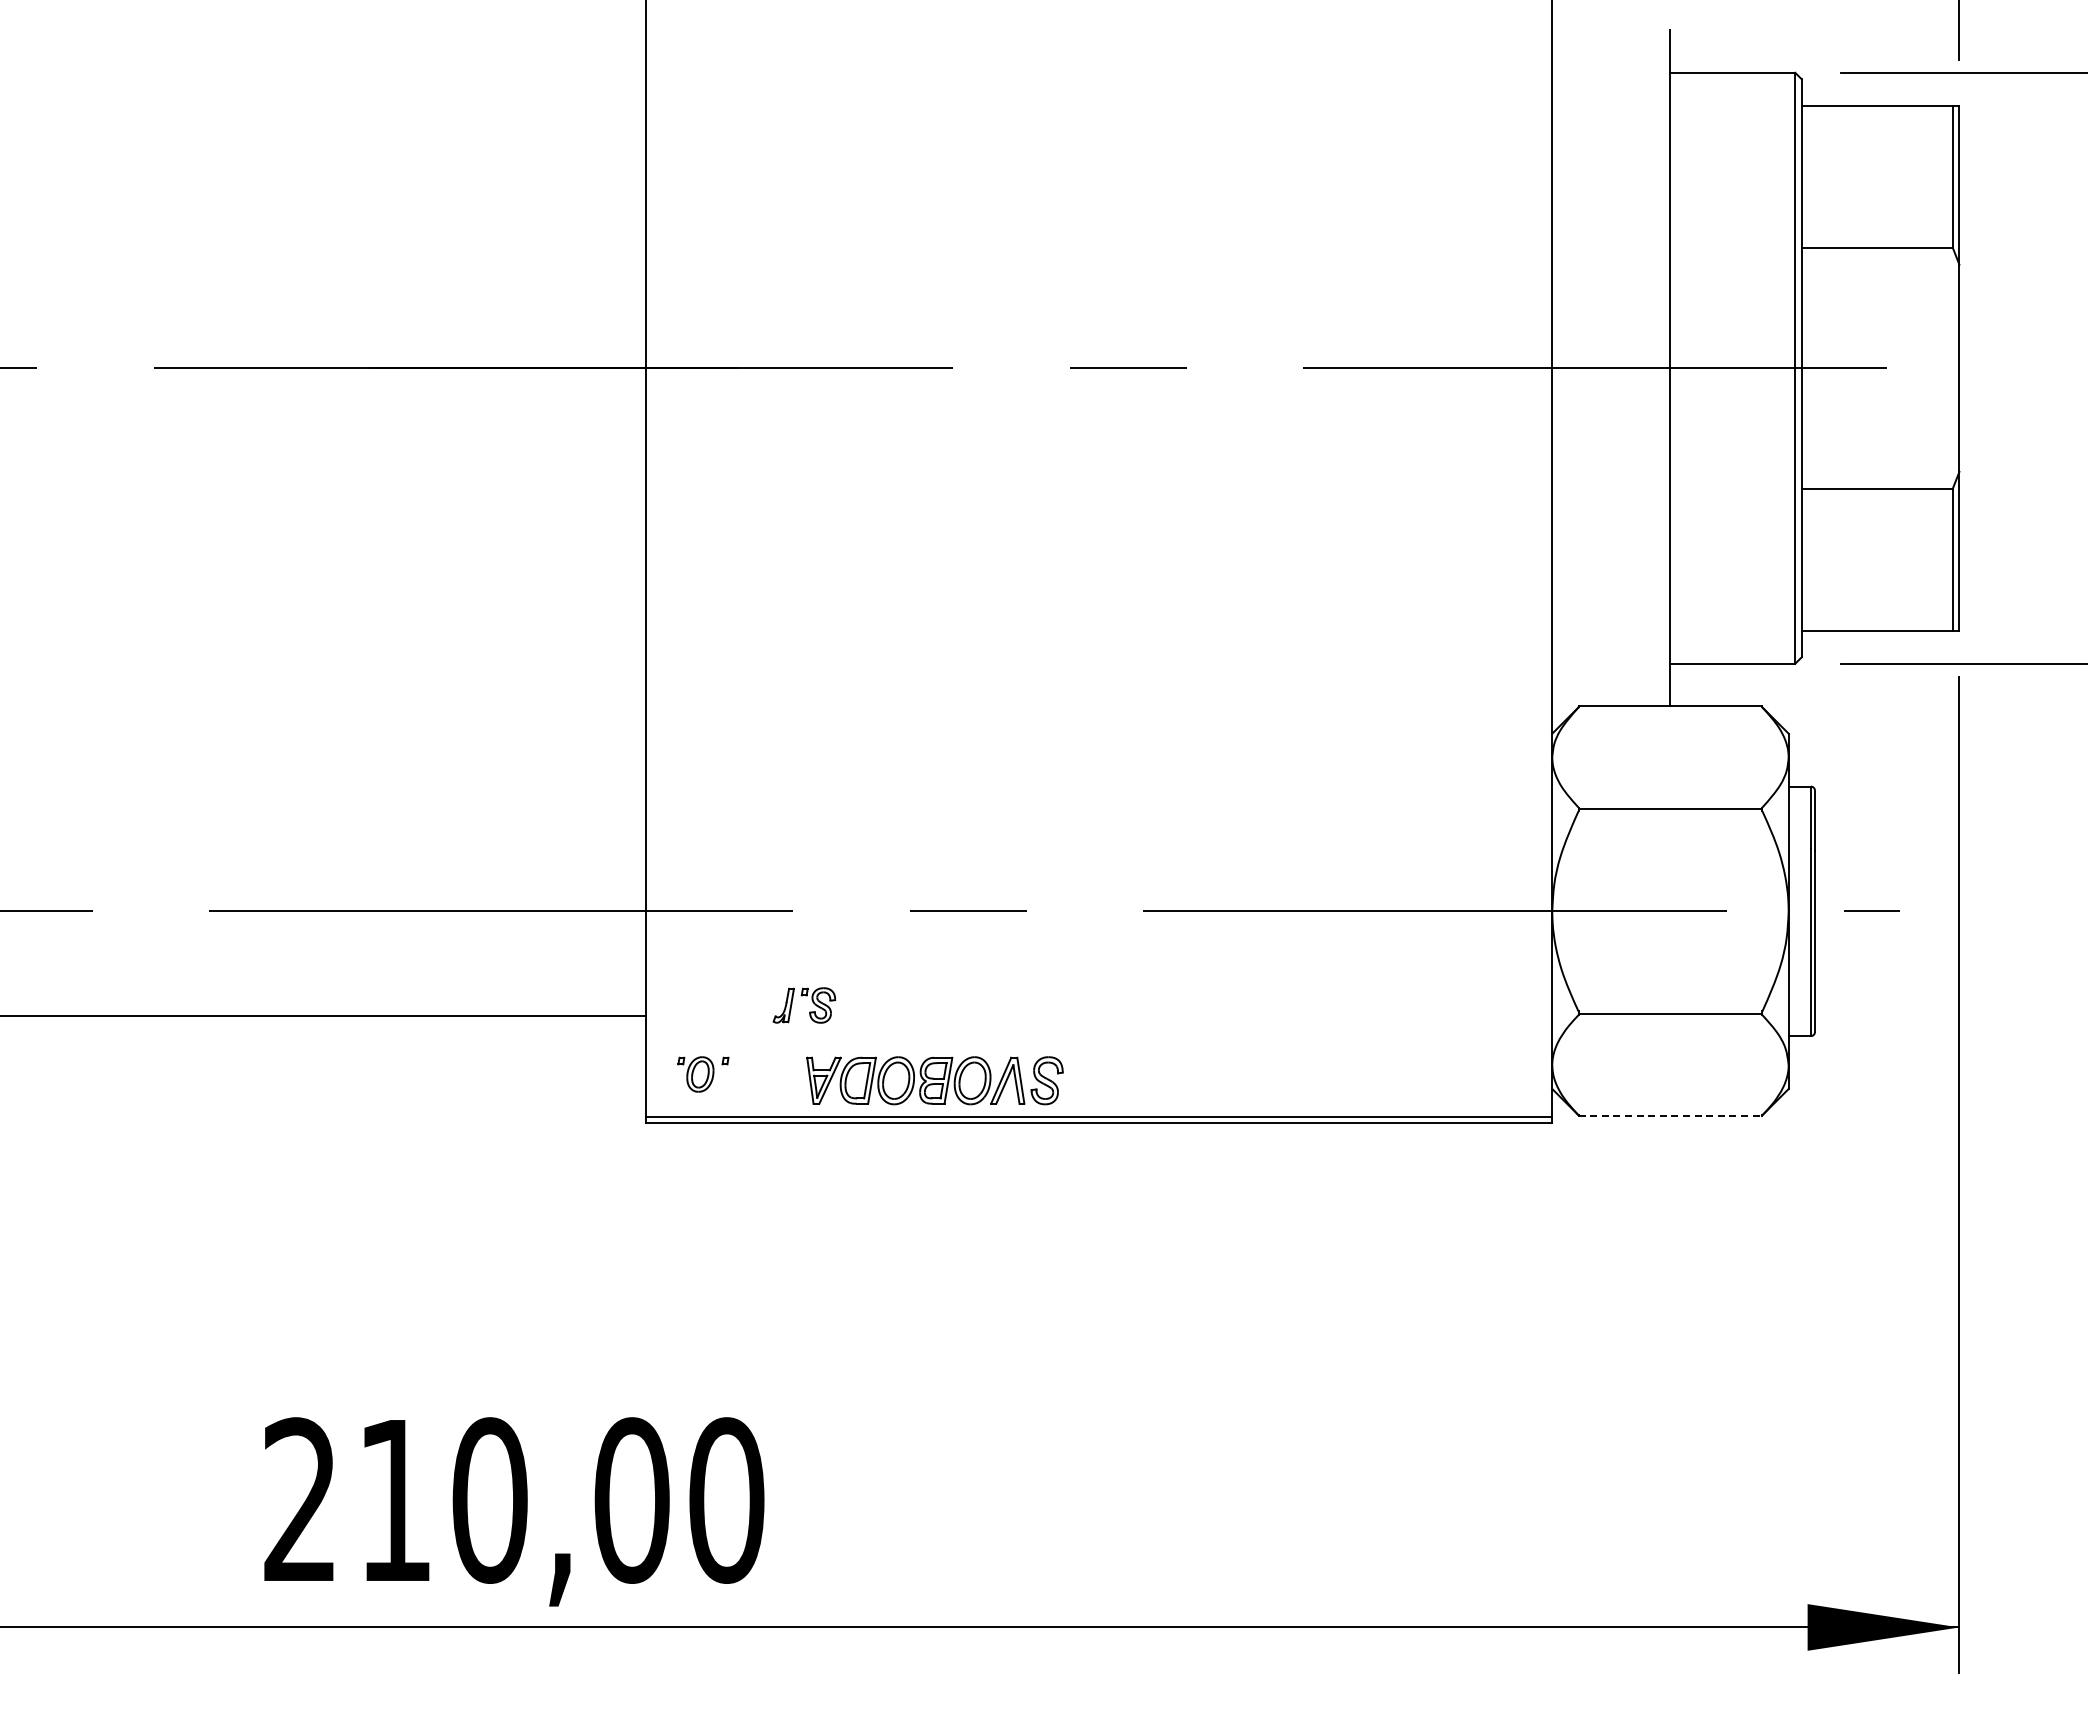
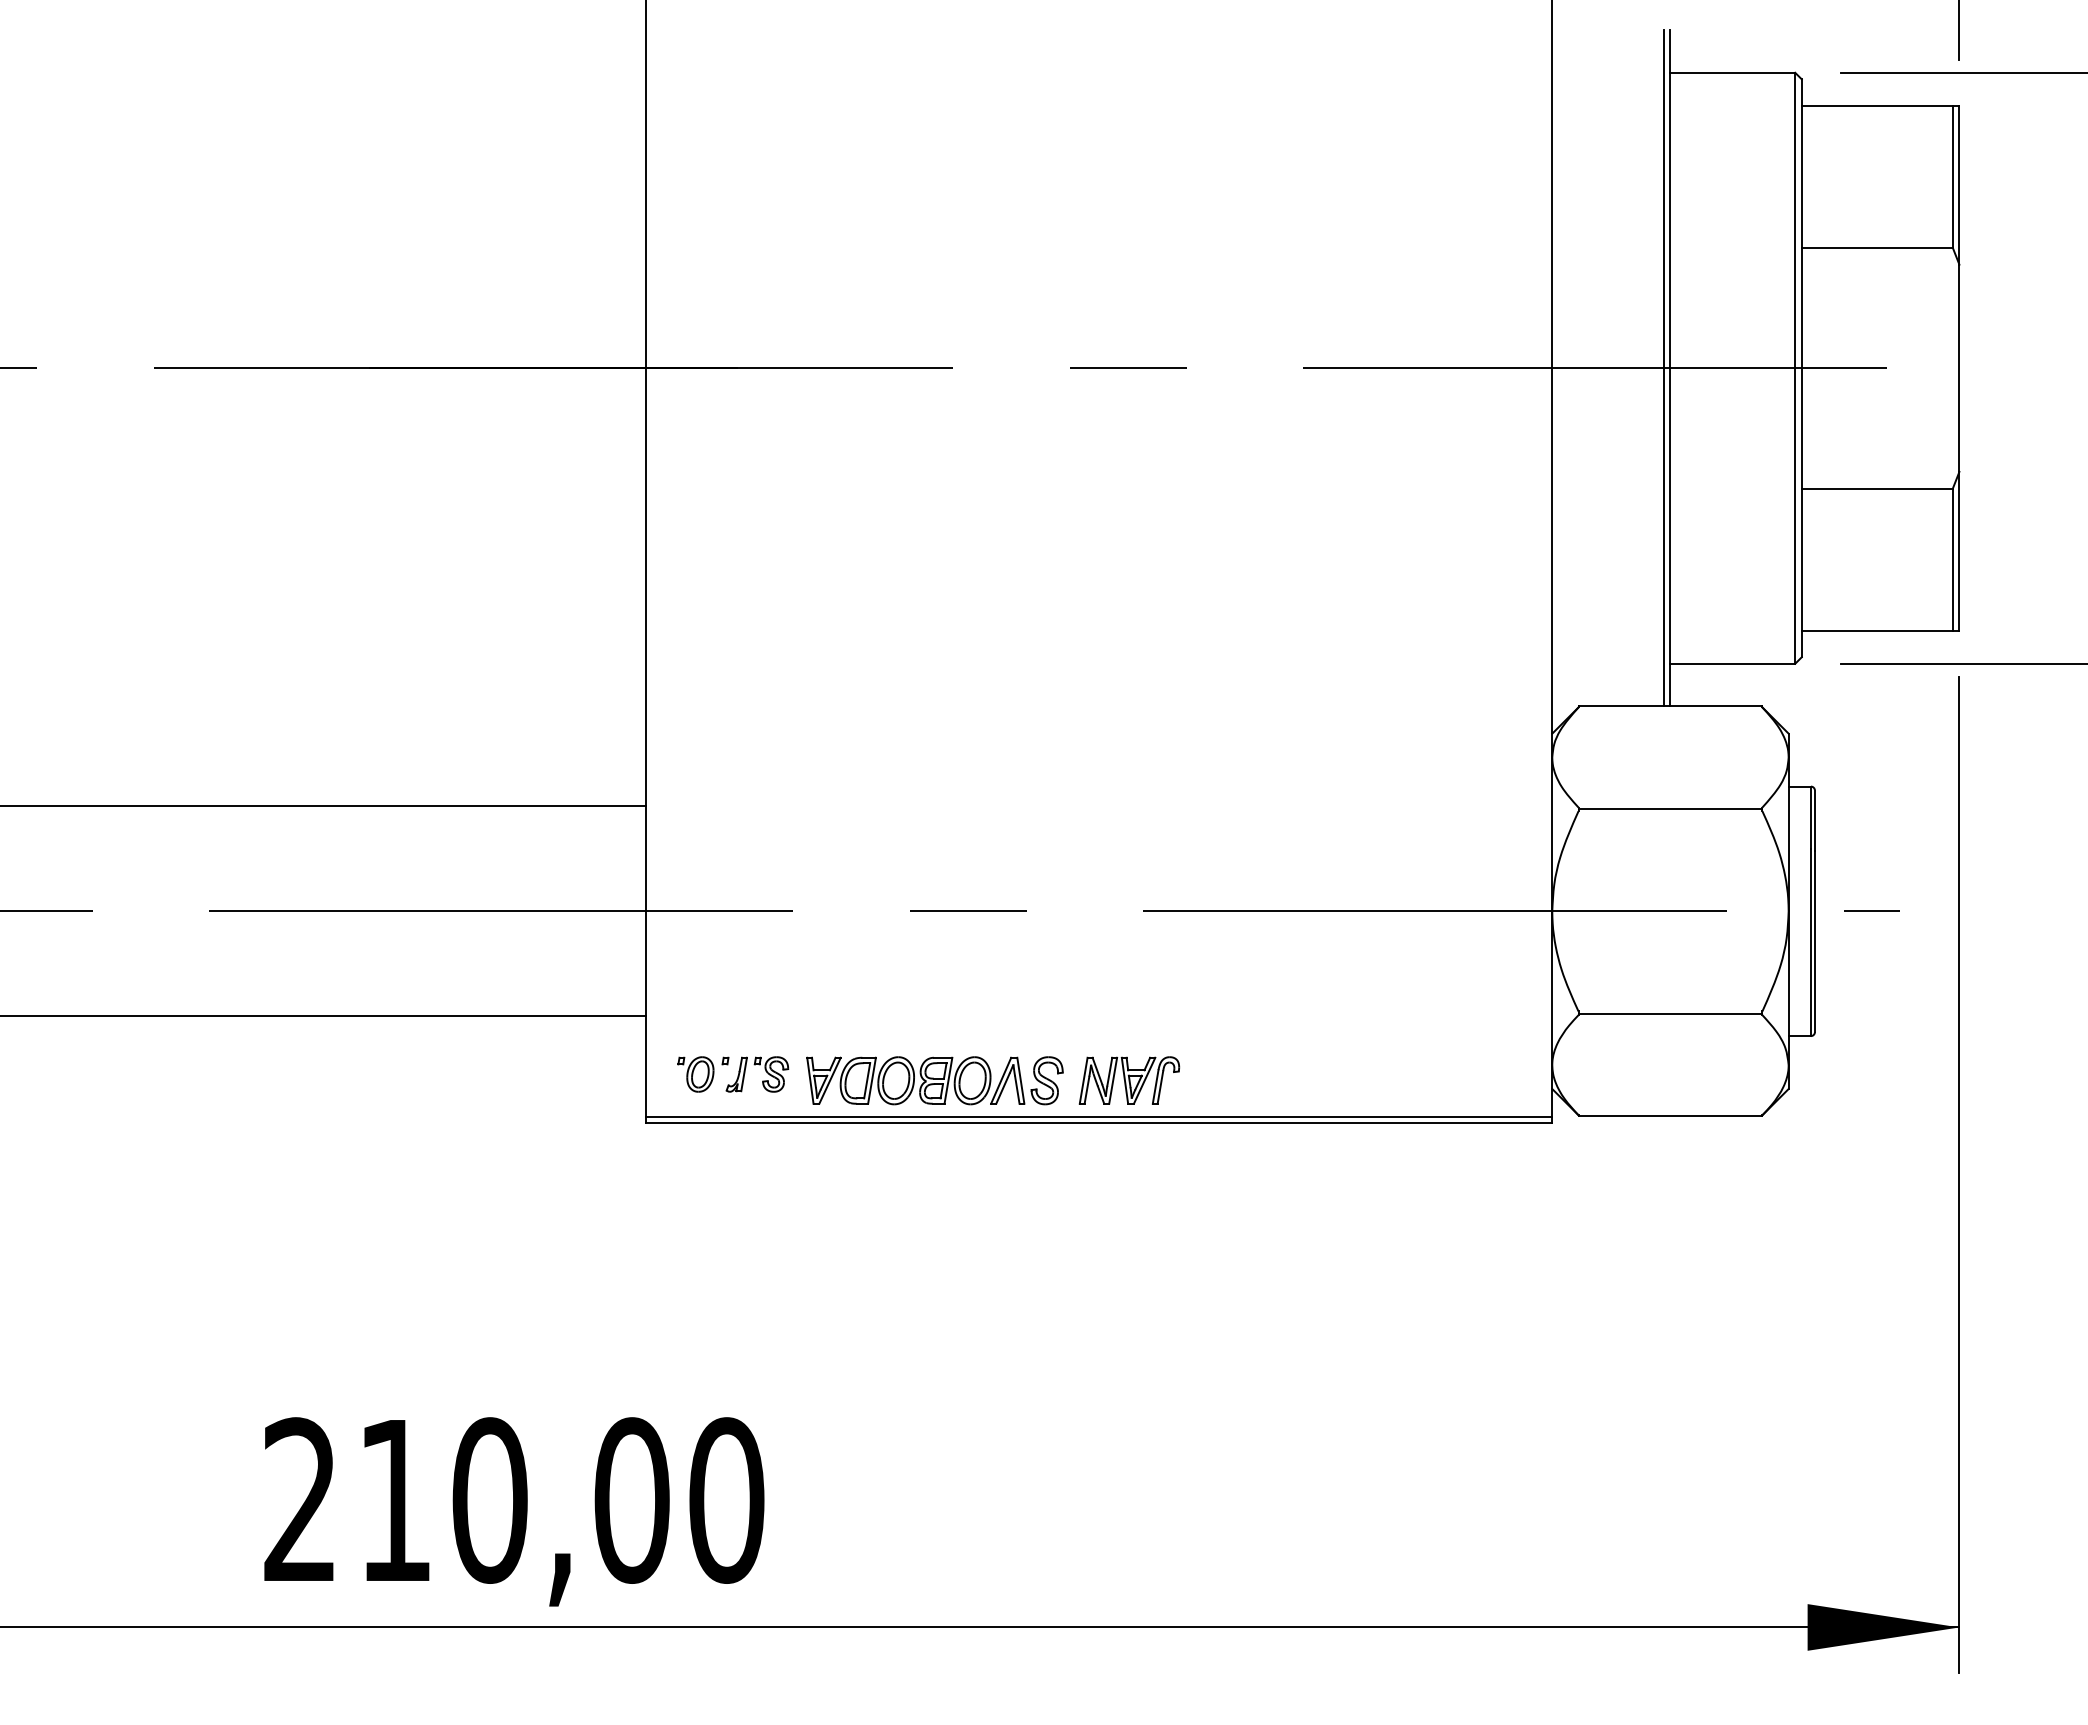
line at (1663, 368): none -> present
line at (324, 806): none -> present
part at (809, 1011) position: (809, 1011) -> (762, 1080)
part at (1129, 1080): none -> present
line at (1670, 1116): dashed -> solid
